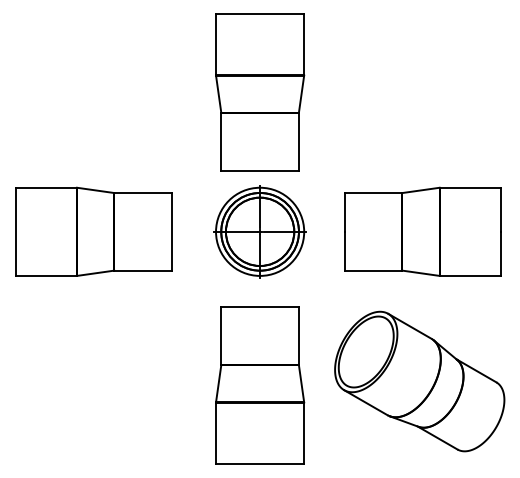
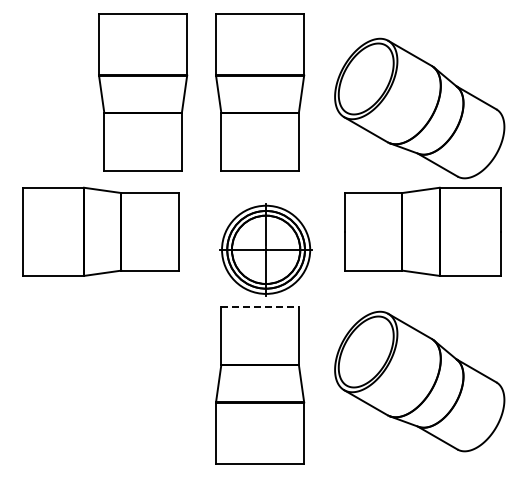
part at (143, 92): none -> present
part at (419, 108): none -> present
part at (93, 231) position: (93, 231) -> (100, 231)
part at (259, 231) position: (259, 231) -> (265, 249)
line at (260, 307): solid -> dashed
